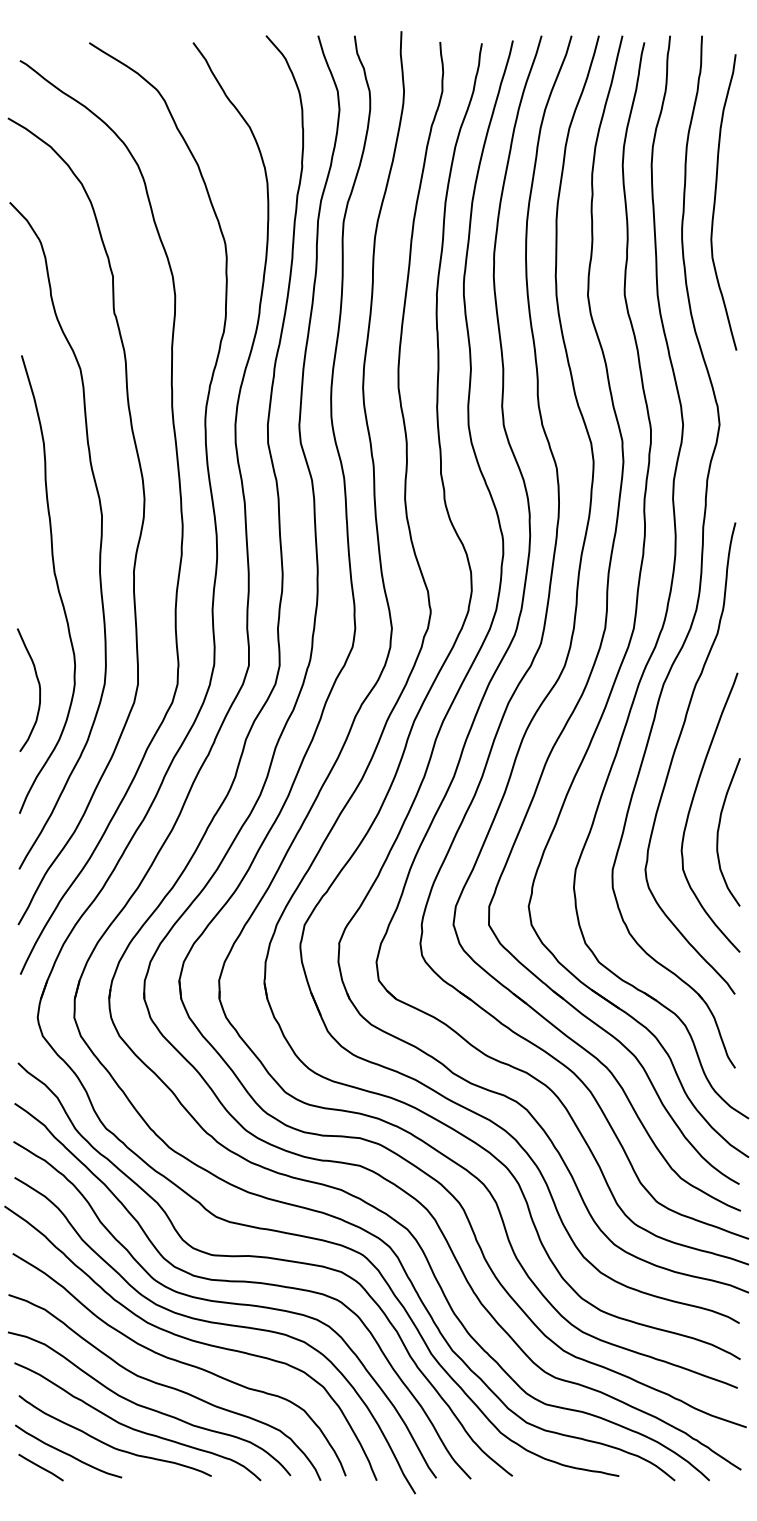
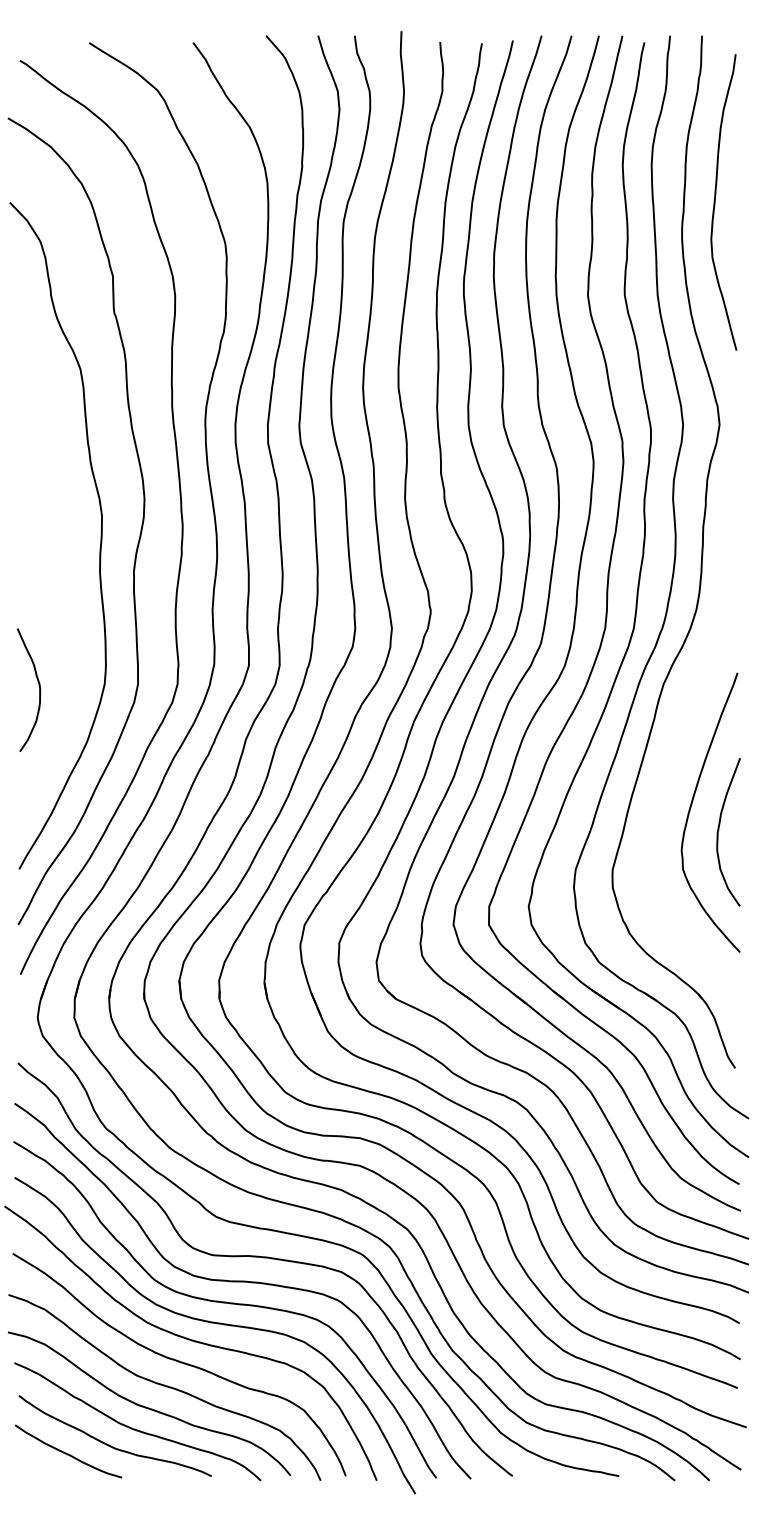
curve at (55, 581): present -> none
curve at (675, 752): present -> none
line at (40, 1467): present -> none
